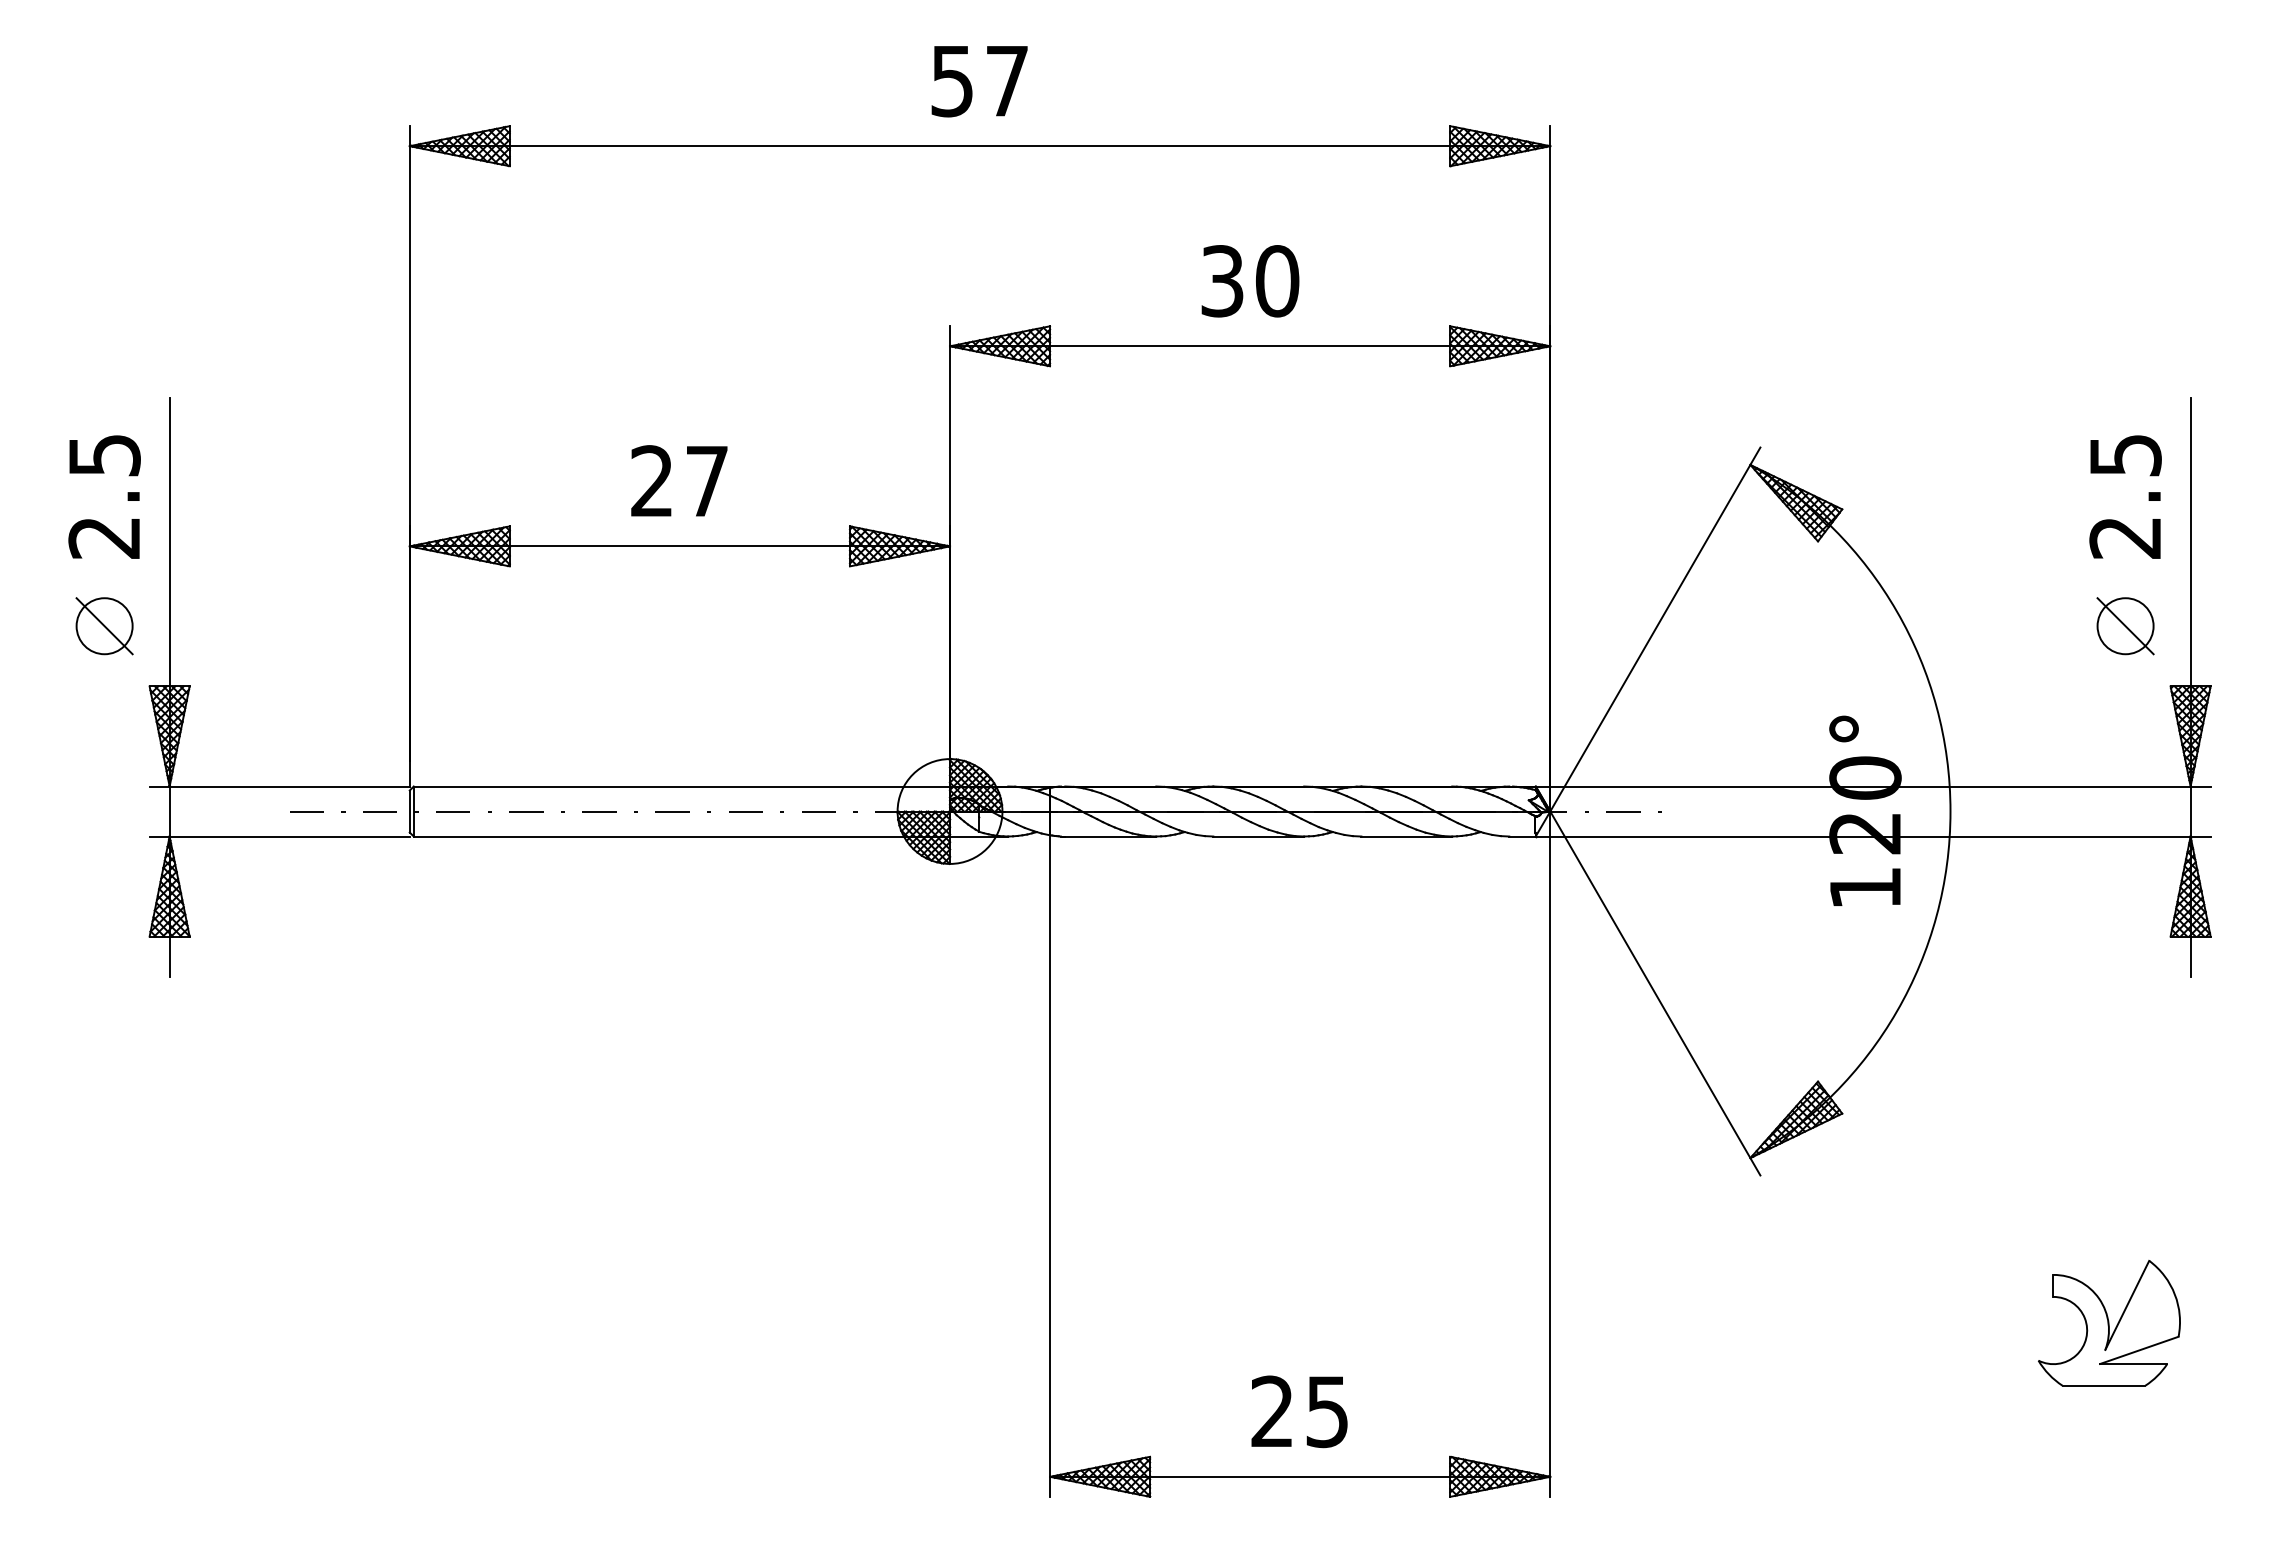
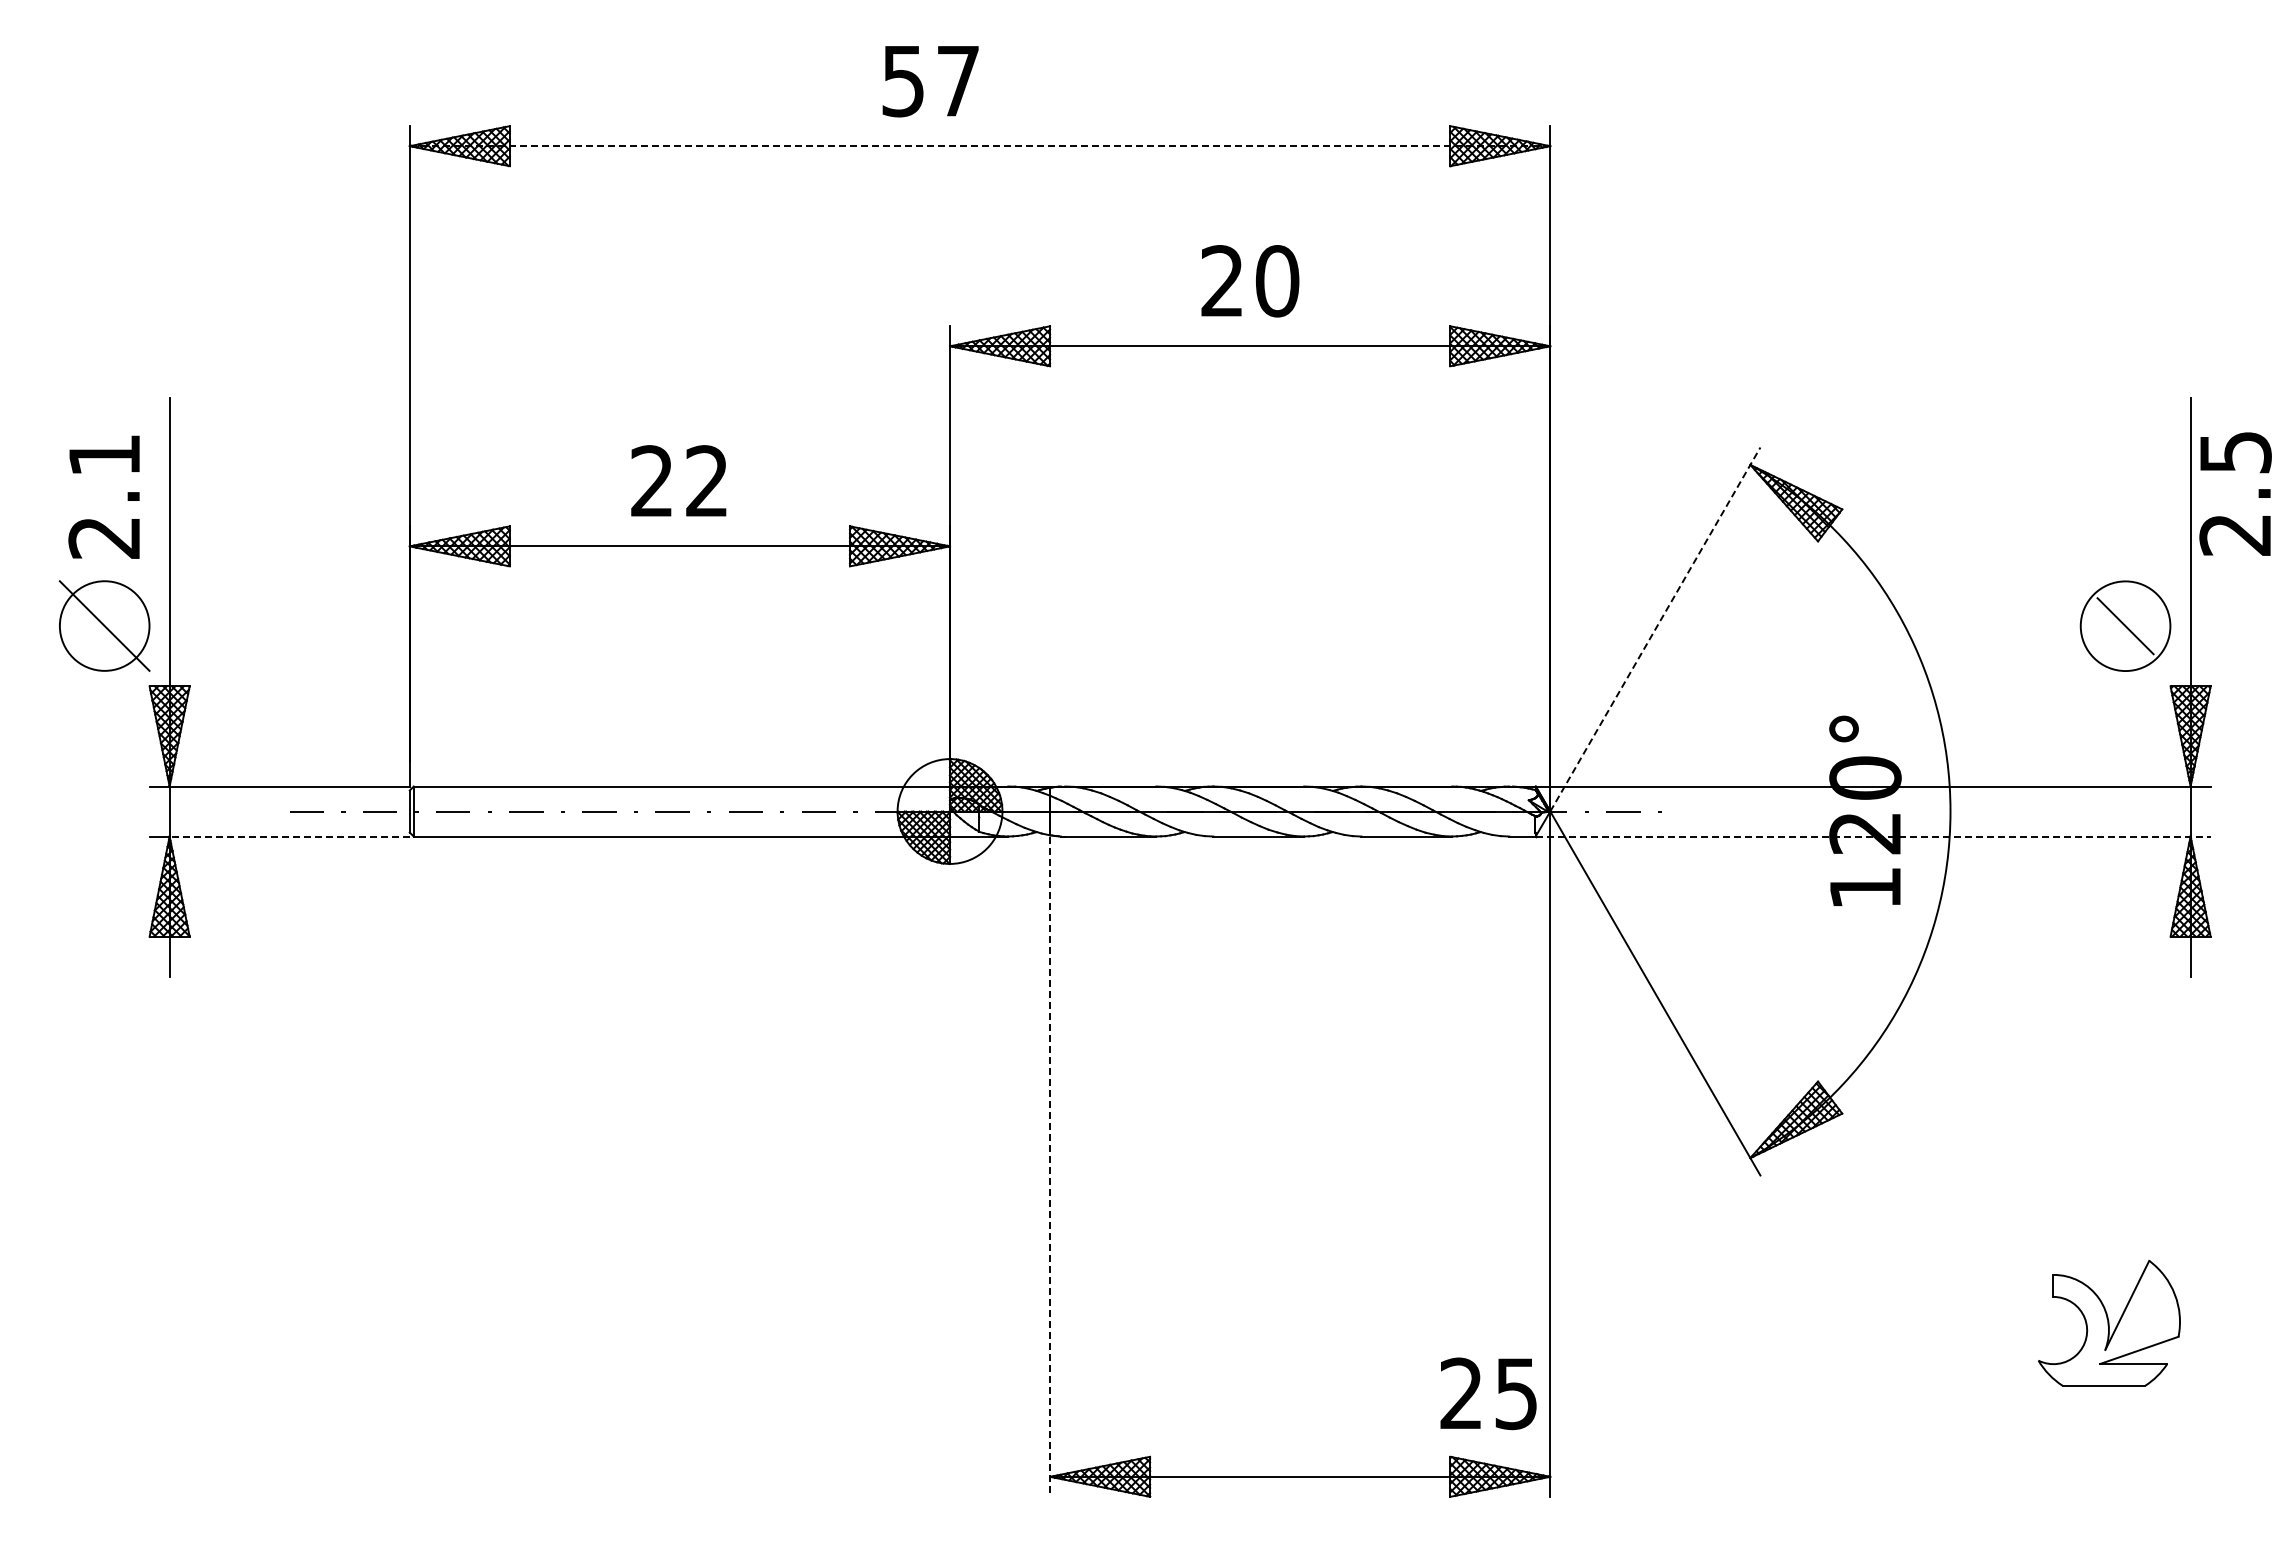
text at (979, 81) position: (979, 81) -> (930, 81)
line at (980, 146): solid -> dashed
text at (1222, 281): 30 -> 20
text at (104, 455): 2.5 -> 2.1
text at (706, 480): 27 -> 22
text at (2125, 496) position: (2125, 496) -> (2235, 493)
part at (104, 626) size: 59x59 px -> 93x92 px
circle at (2125, 626) diameter: 56 px -> 90 px
line at (1655, 629): solid -> dashed
line at (289, 836): solid -> dashed
line at (1873, 836): solid -> dashed
line at (1050, 1167): solid -> dashed
text at (1299, 1411) position: (1299, 1411) -> (1488, 1393)
